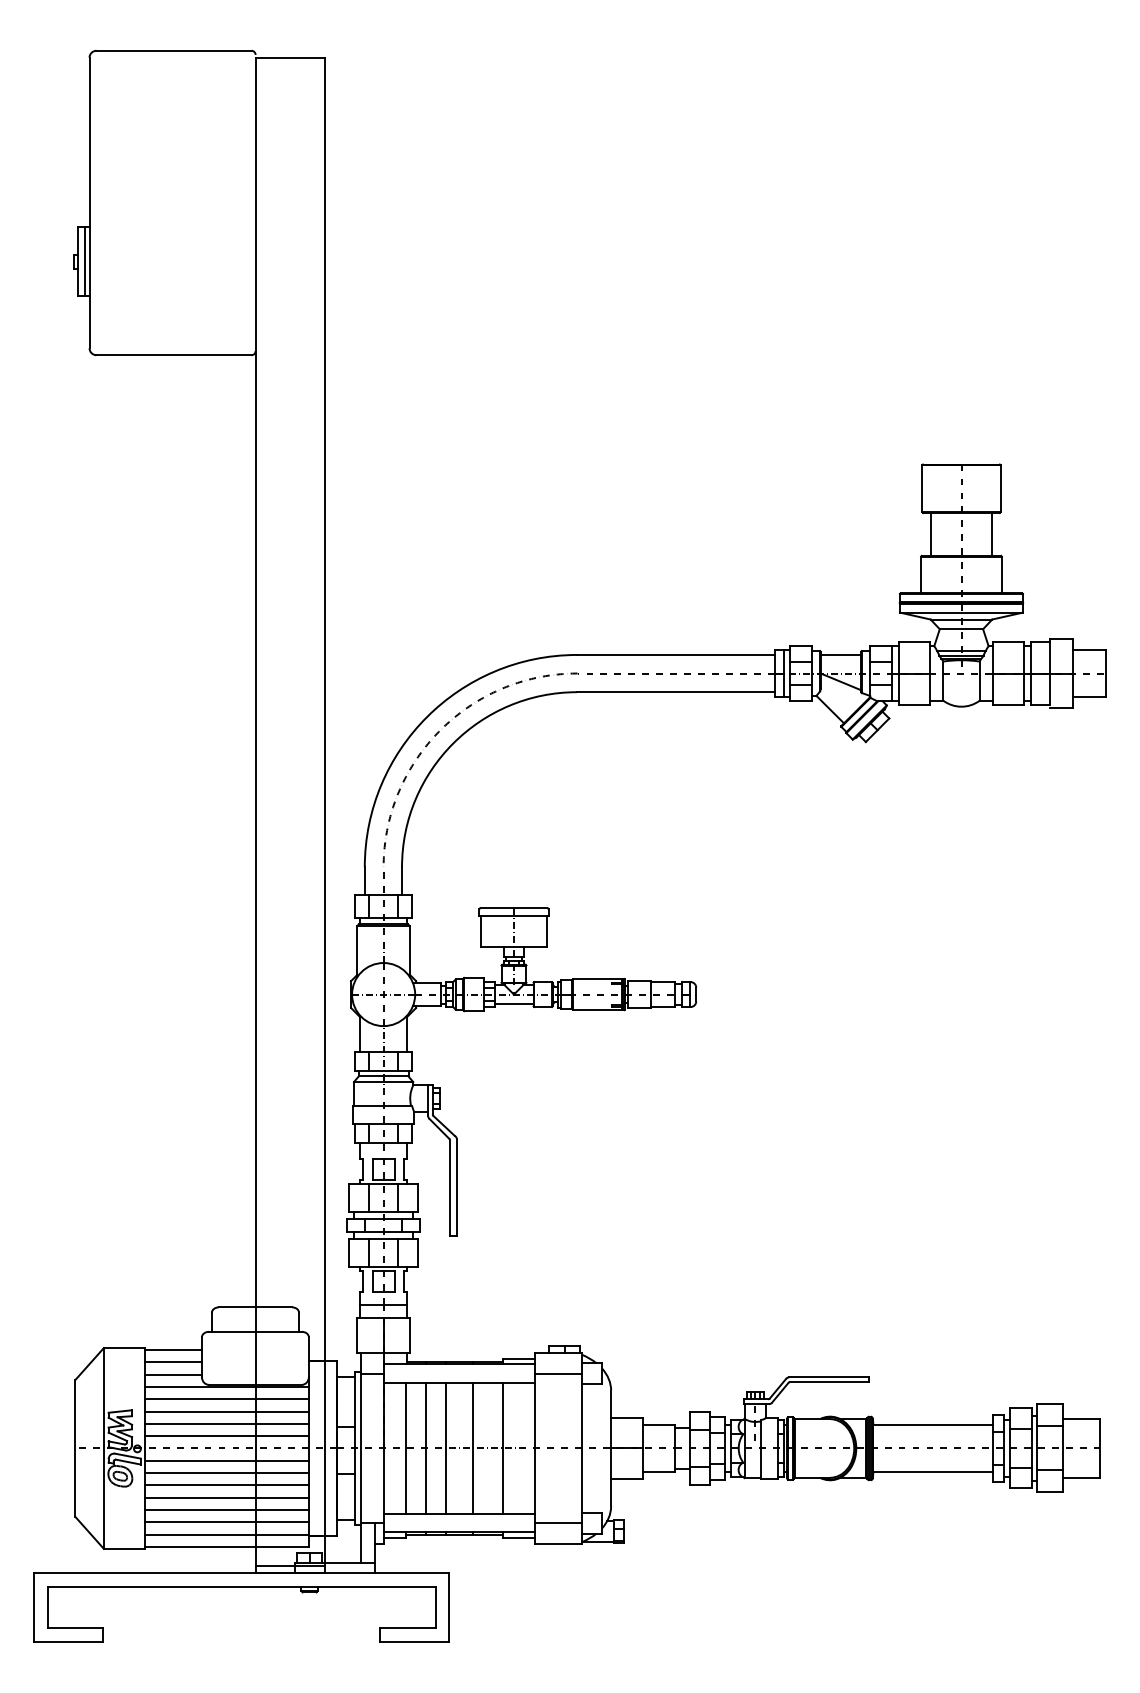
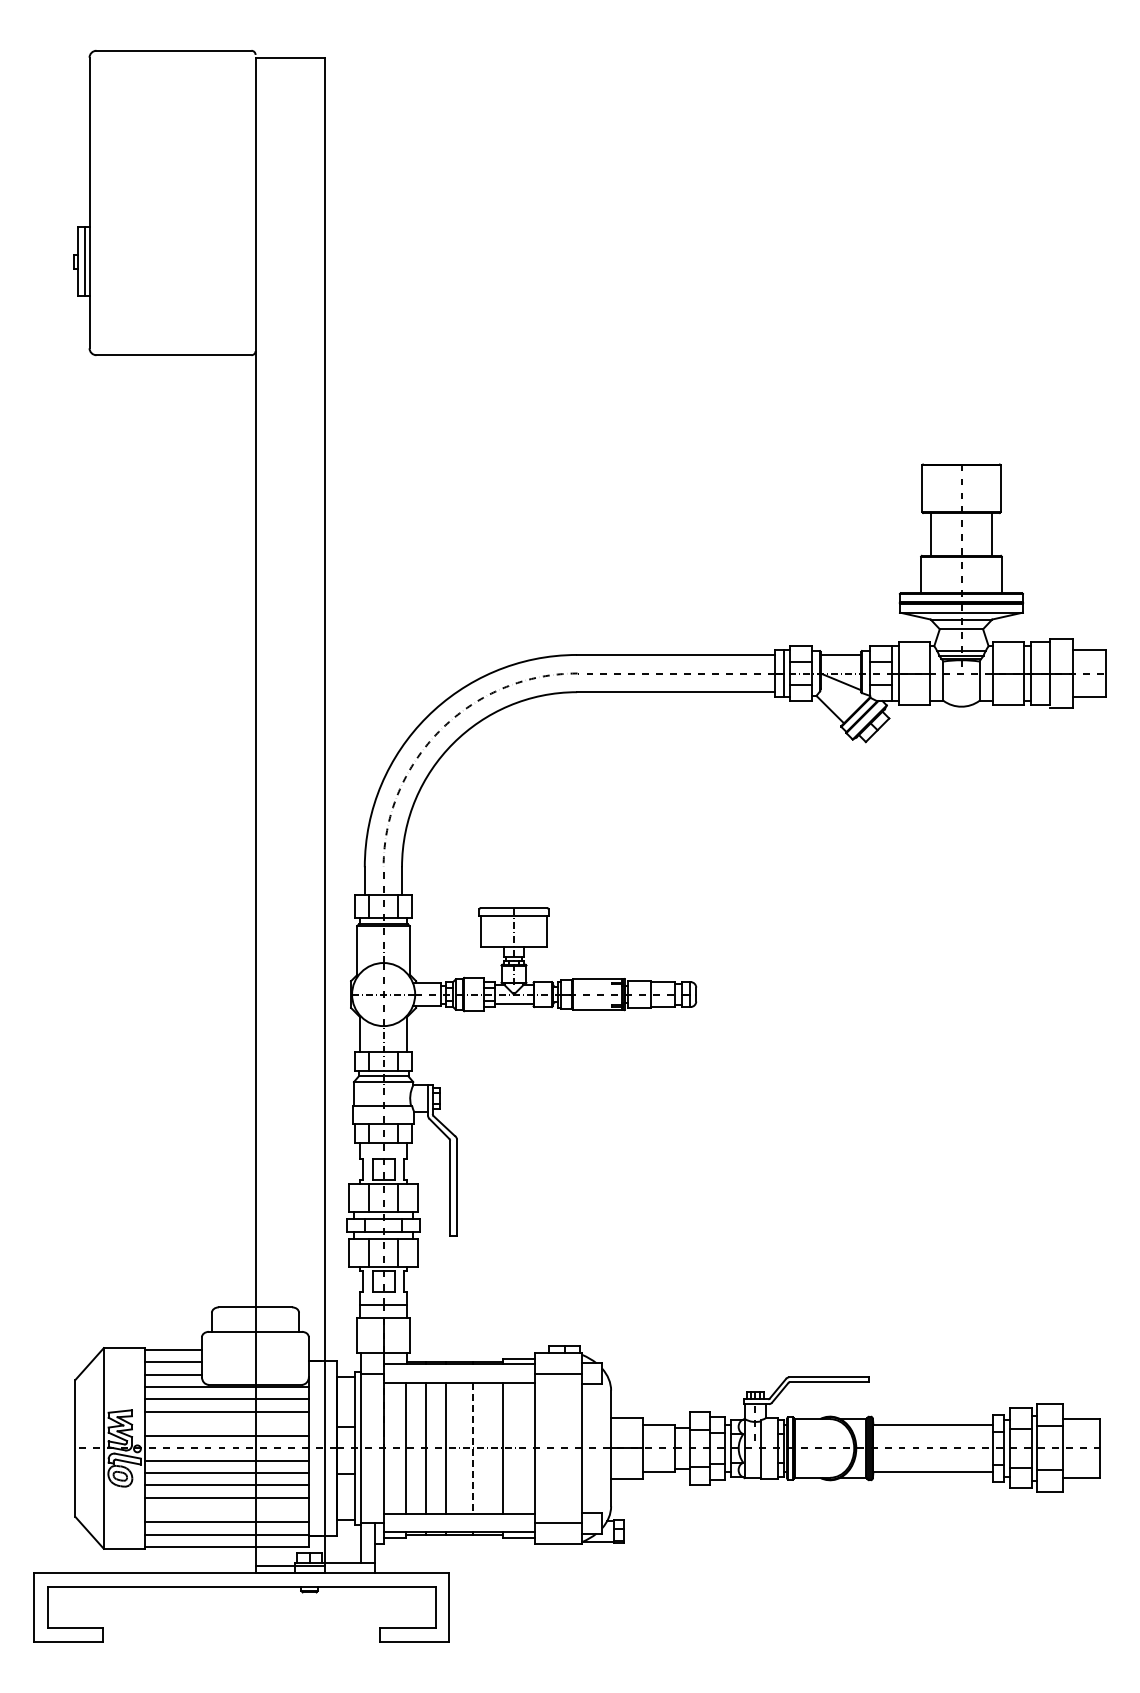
line at (226, 1423): present -> none
line at (473, 1448): solid -> dashed
line at (226, 1510): present -> none
